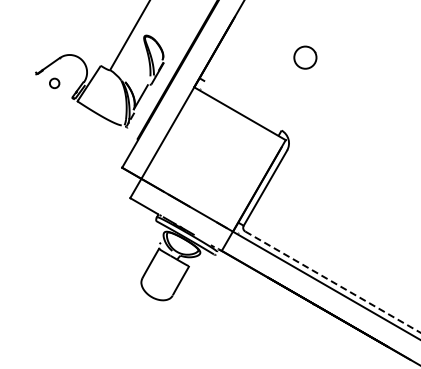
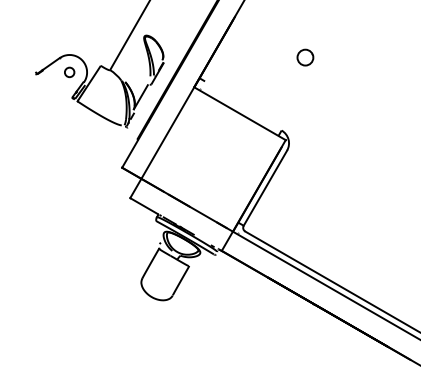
part at (305, 57) size: 25x25 px -> 19x19 px
circle at (54, 83) position: (54, 83) -> (69, 72)
line at (333, 282): dashed -> solid
